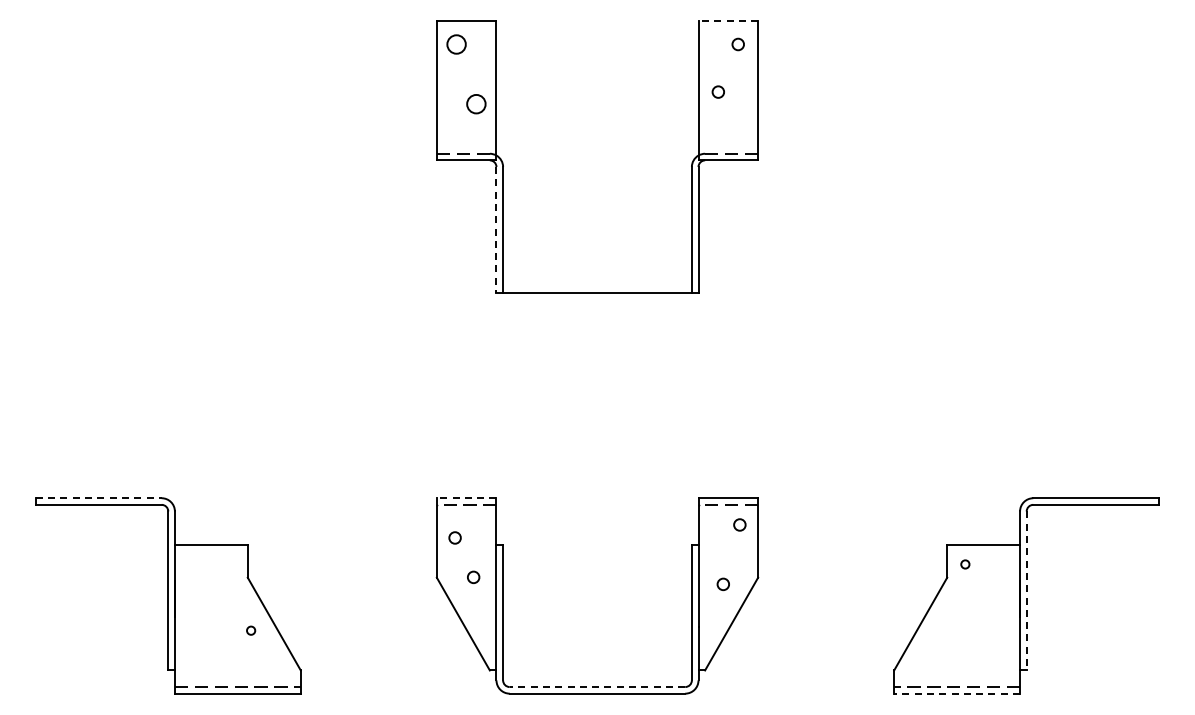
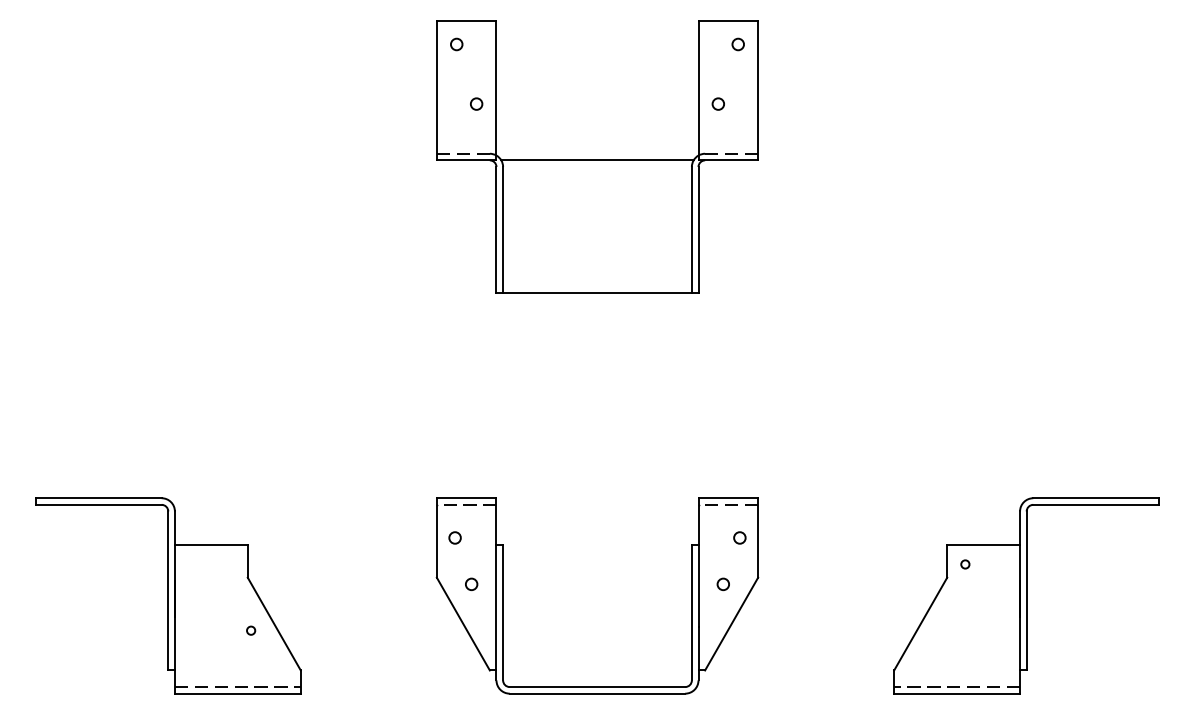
line at (728, 21): dashed -> solid
circle at (456, 44) size: 21x21 px -> 14x15 px
circle at (717, 91) position: (717, 91) -> (717, 103)
circle at (476, 104) size: 21x21 px -> 14x14 px
line at (597, 160): none -> present
line at (496, 229): dashed -> solid
line at (98, 498): dashed -> solid
line at (466, 498): dashed -> solid
circle at (739, 524) position: (739, 524) -> (739, 537)
circle at (473, 576) position: (473, 576) -> (471, 583)
line at (1026, 591): dashed -> solid
line at (597, 687): dashed -> solid
line at (957, 693): dashed -> solid
